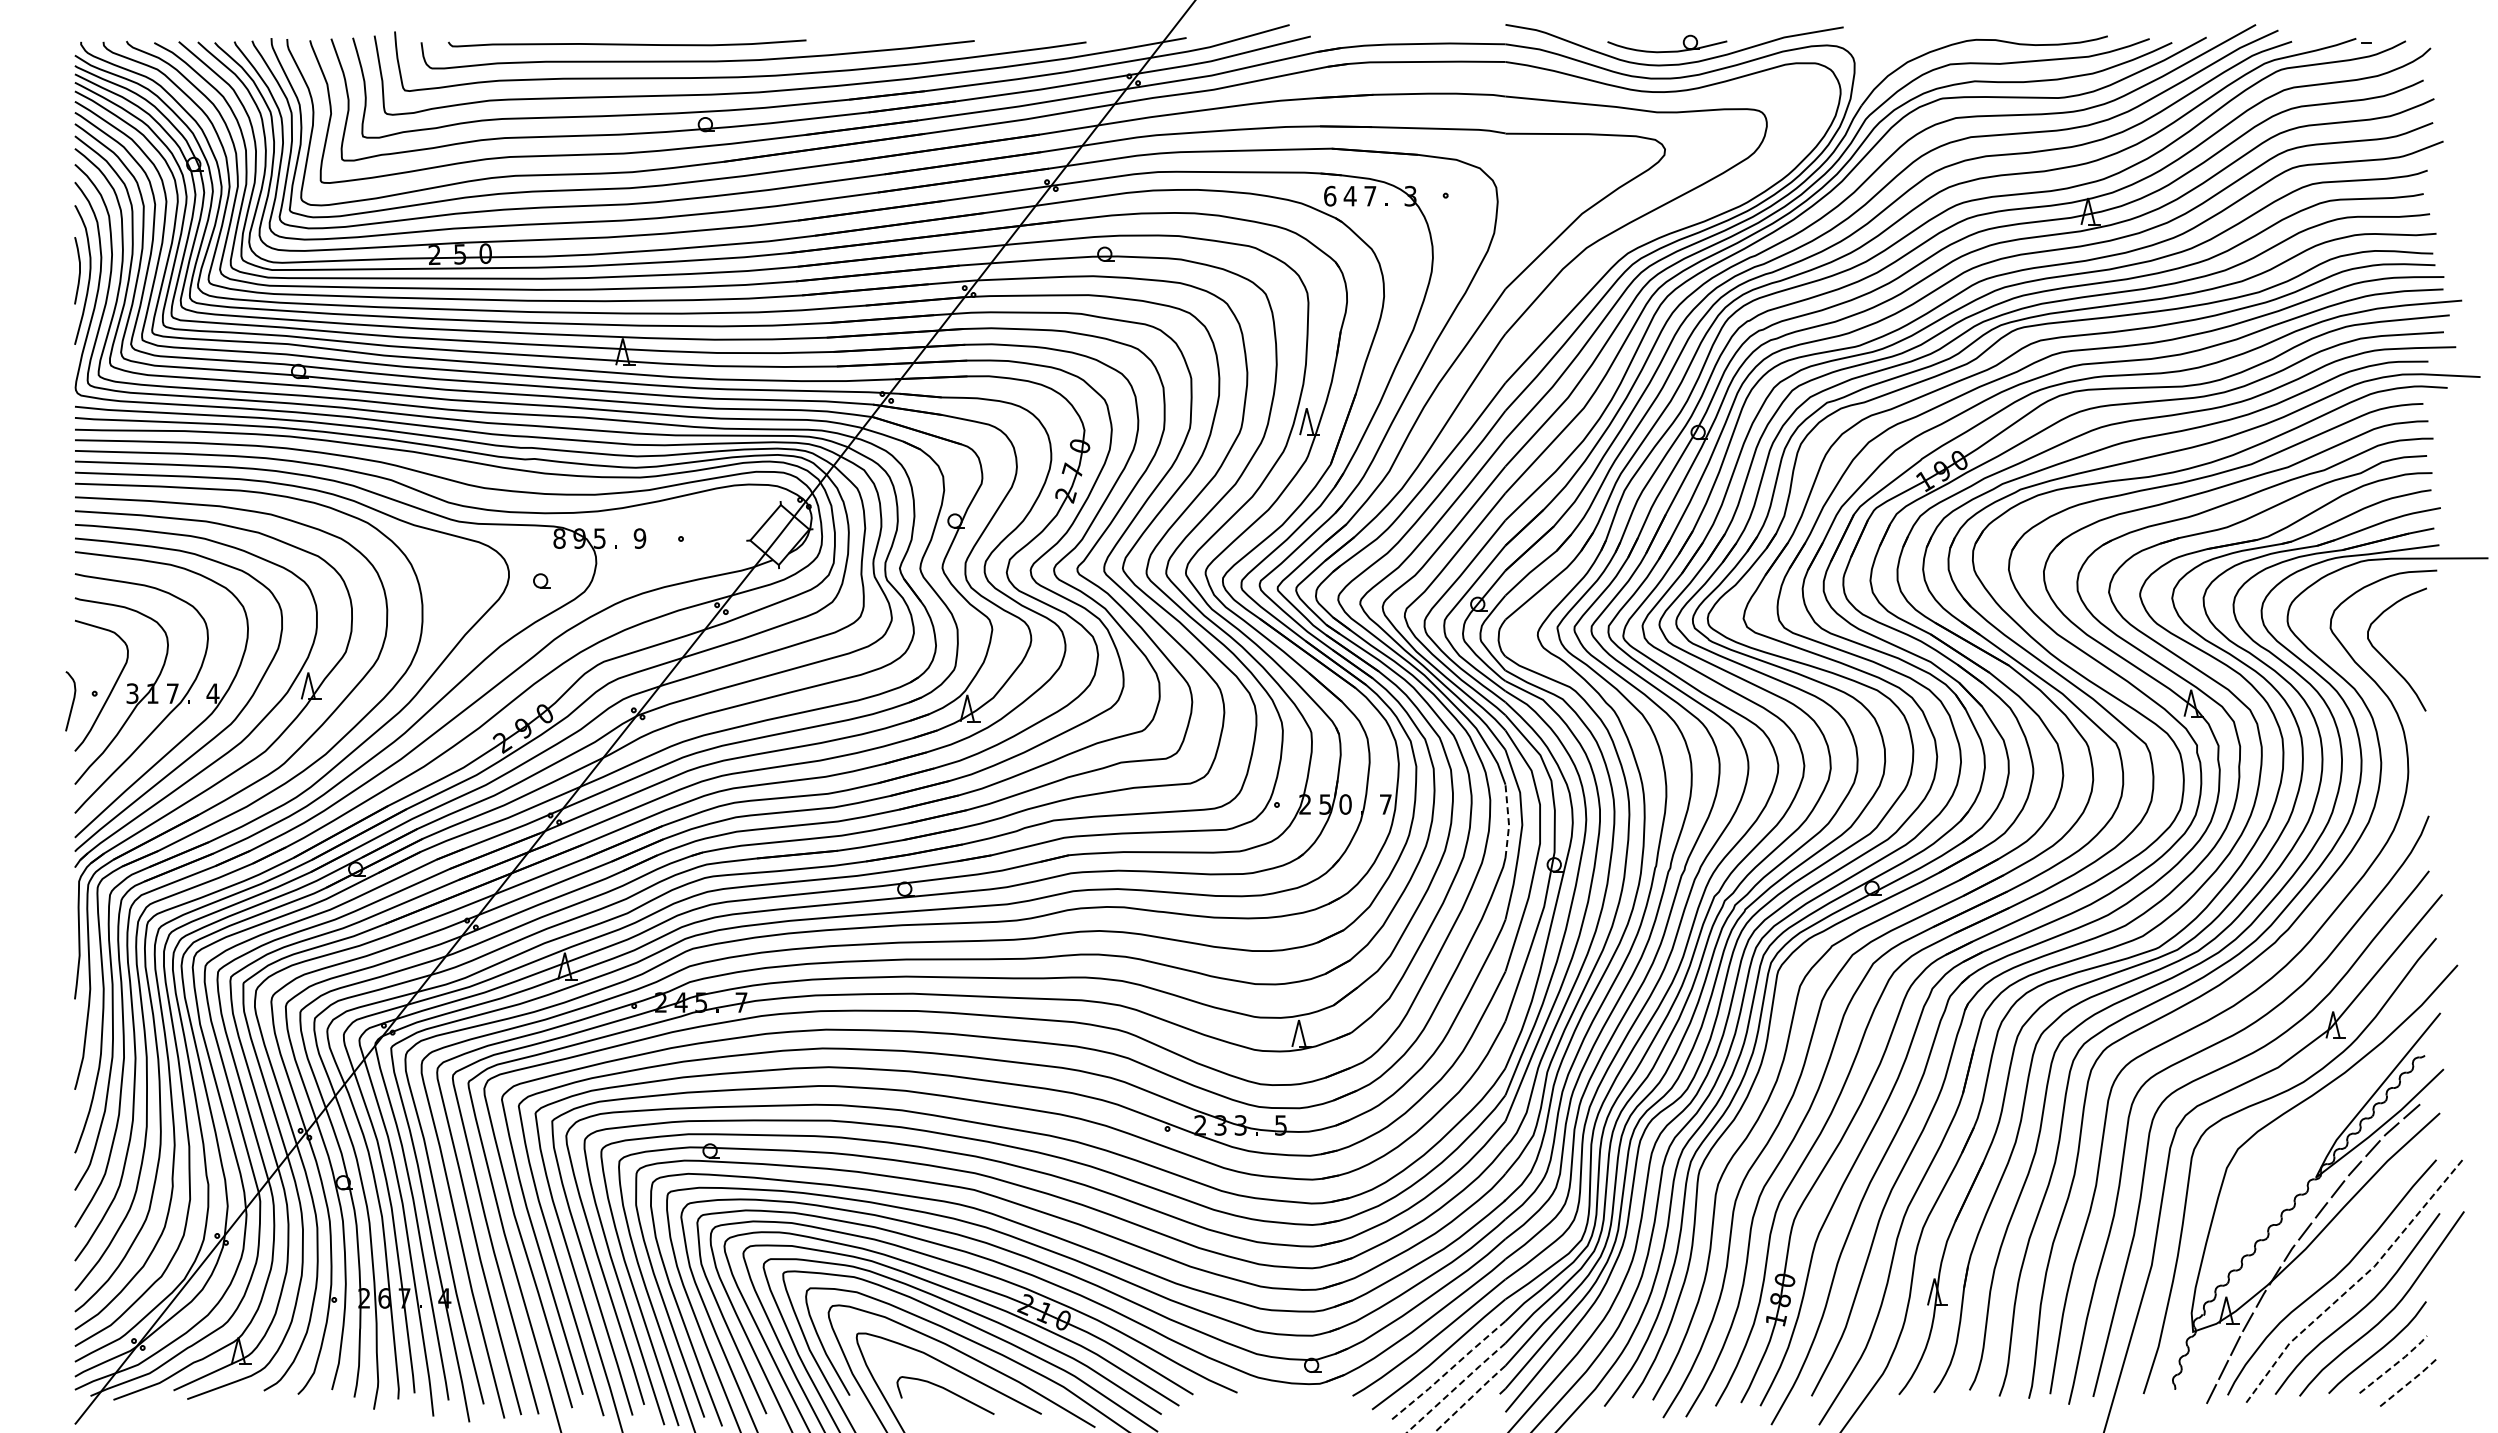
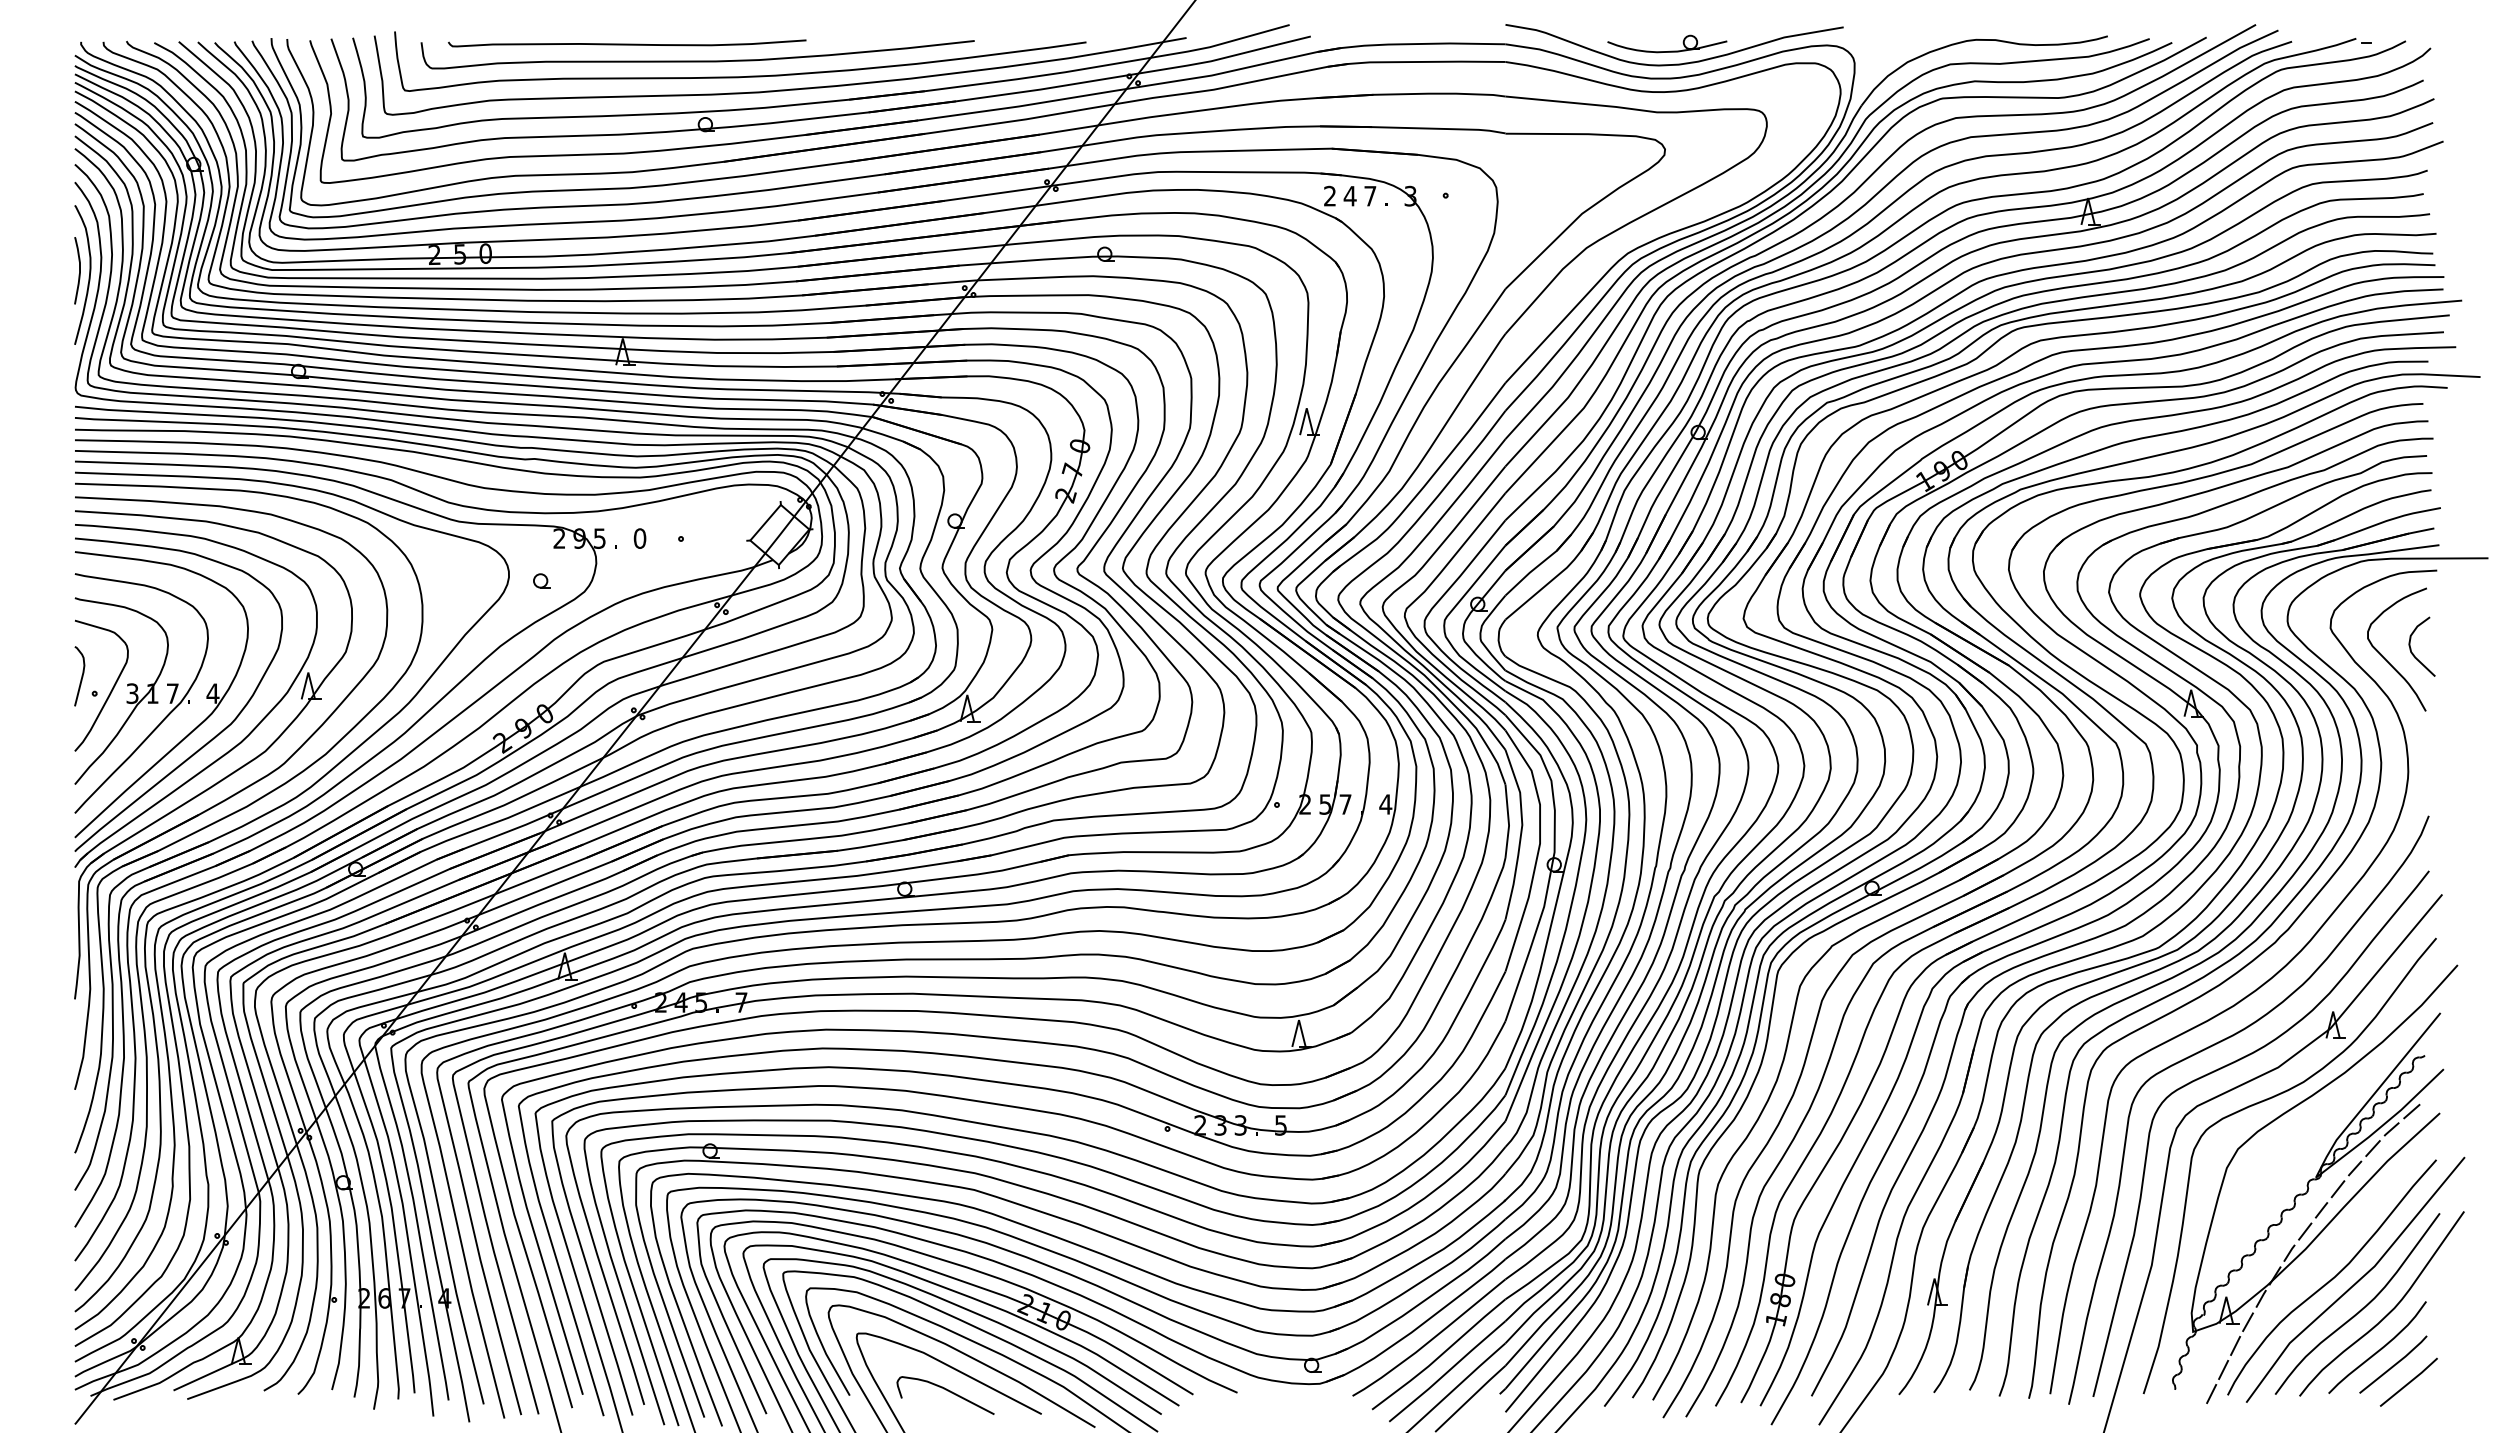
text at (1330, 195): 6 -> 2
text at (559, 538): 8 -> 2
text at (639, 538): 9 -> 0
curve at (2411, 648): none -> present
curve at (72, 701) position: (72, 701) -> (81, 676)
text at (1345, 804): 0 -> 7
text at (1385, 804): 7 -> 4
line at (1508, 821): dashed -> solid
line at (2357, 1281): dashed -> solid
line at (2395, 1364): dashed -> solid
line at (1447, 1372): dashed -> solid
line at (2410, 1382): dashed -> solid
line at (1456, 1387): dashed -> solid
line at (1470, 1398): dashed -> solid
